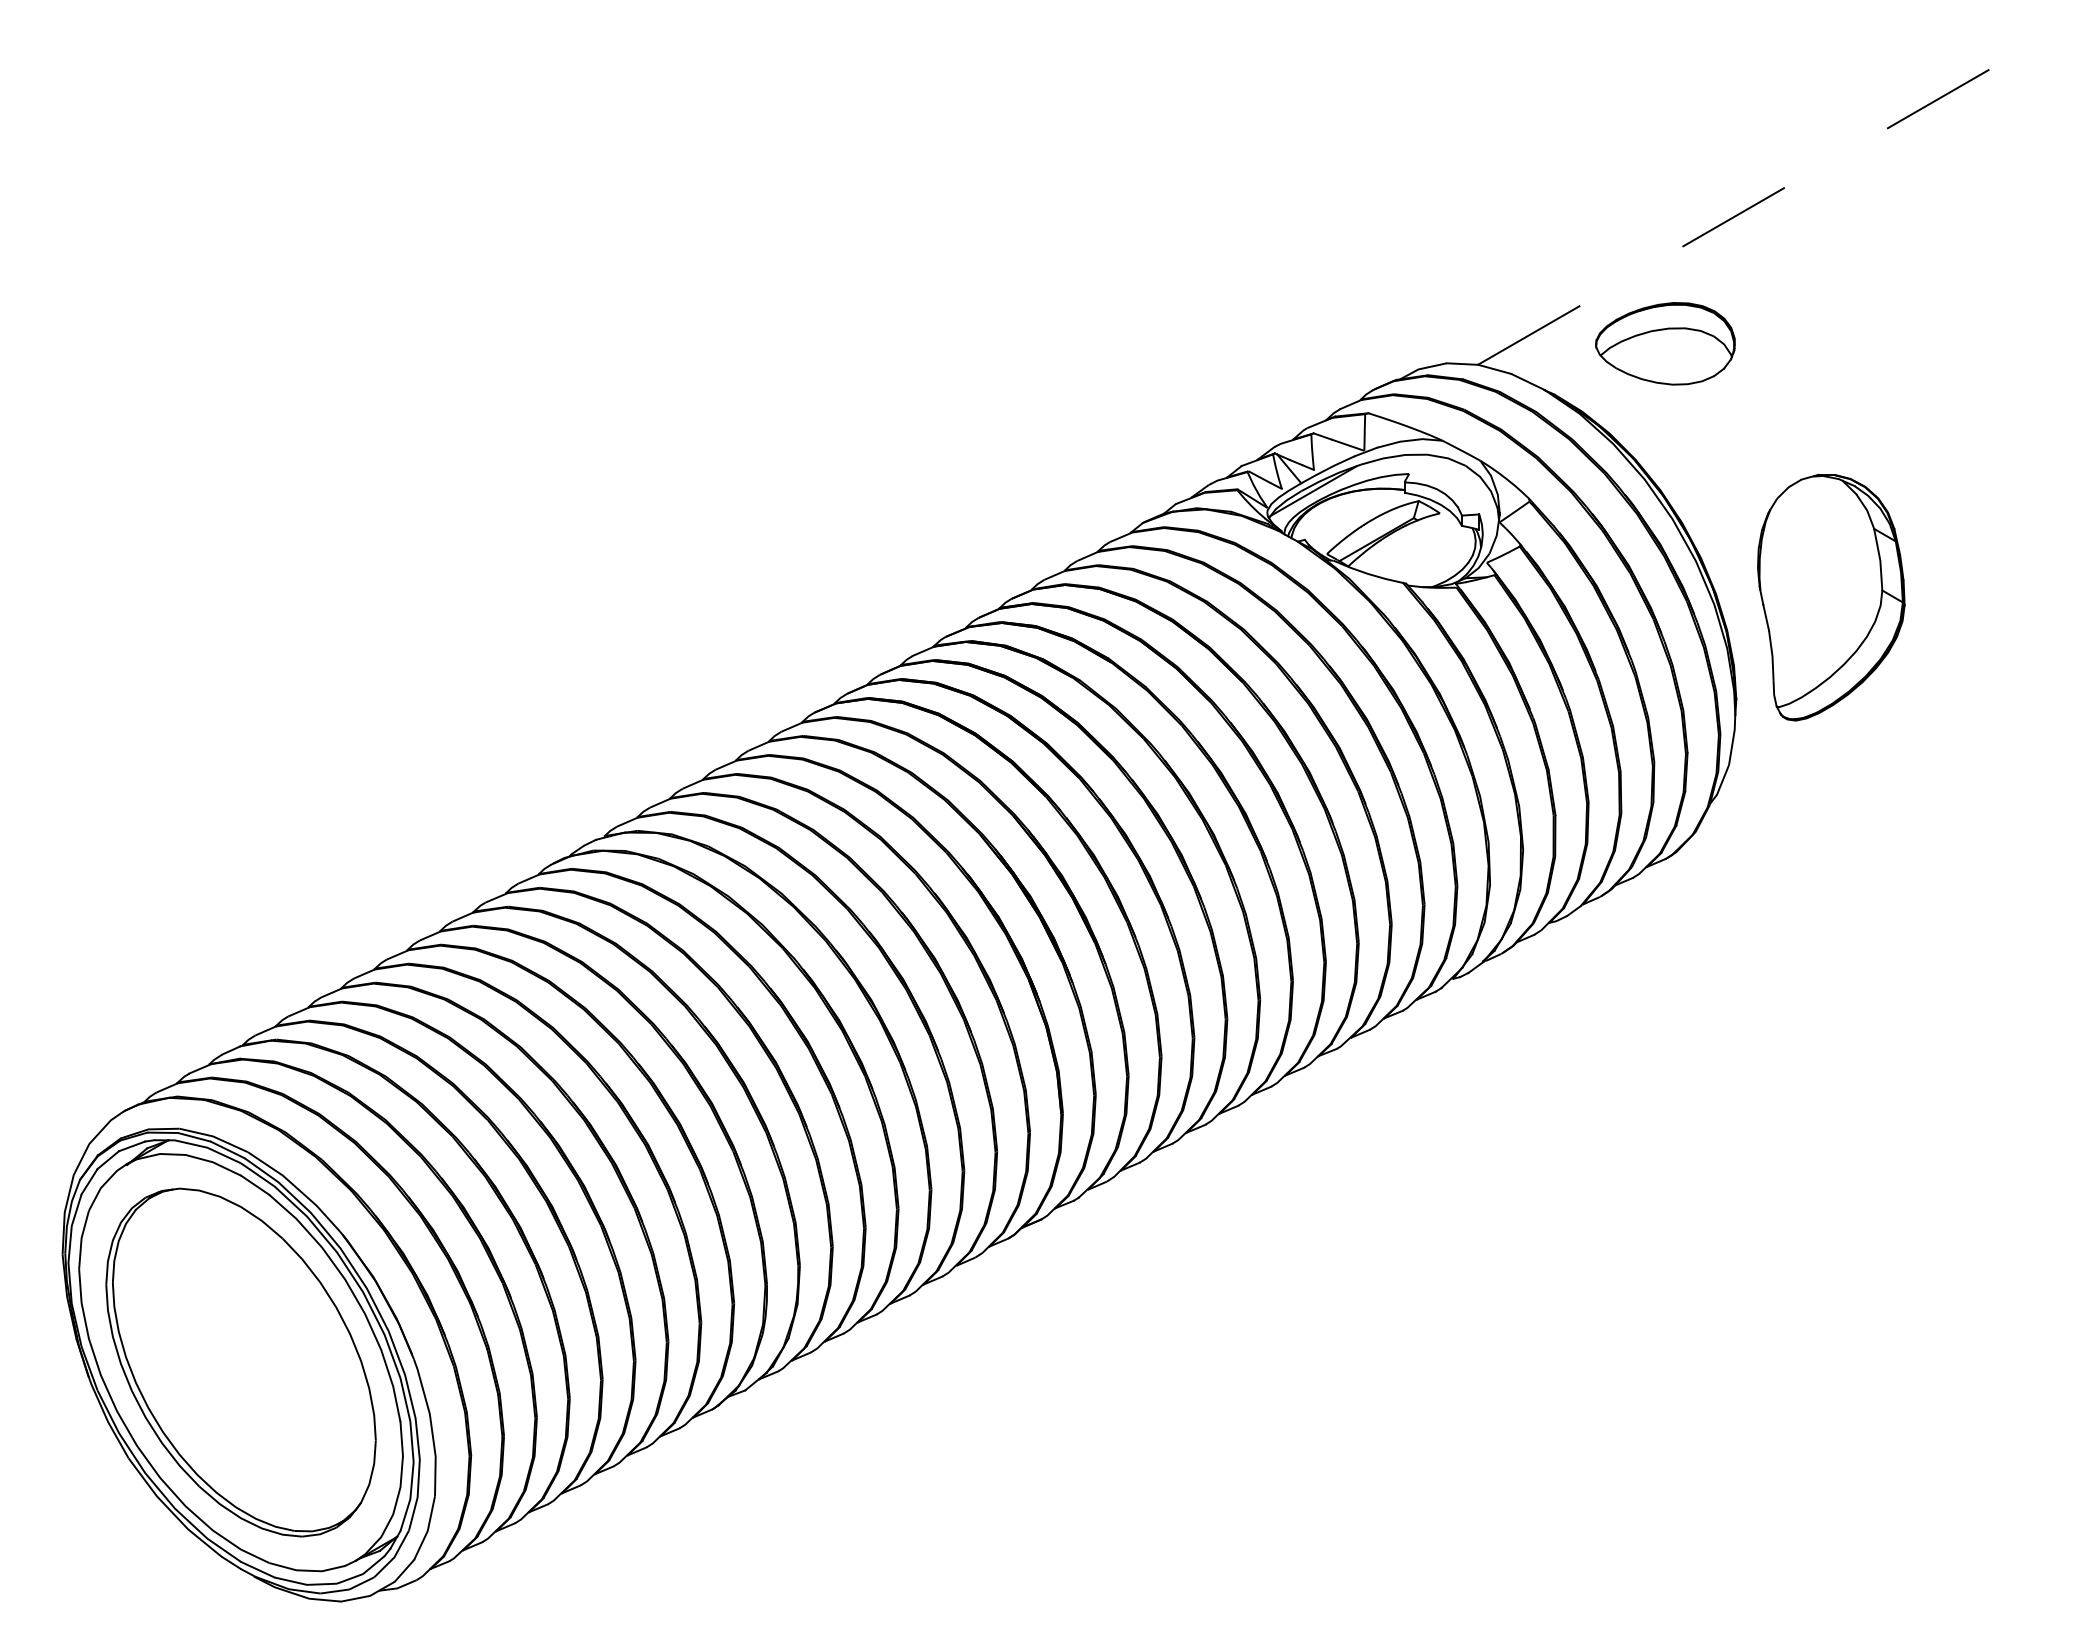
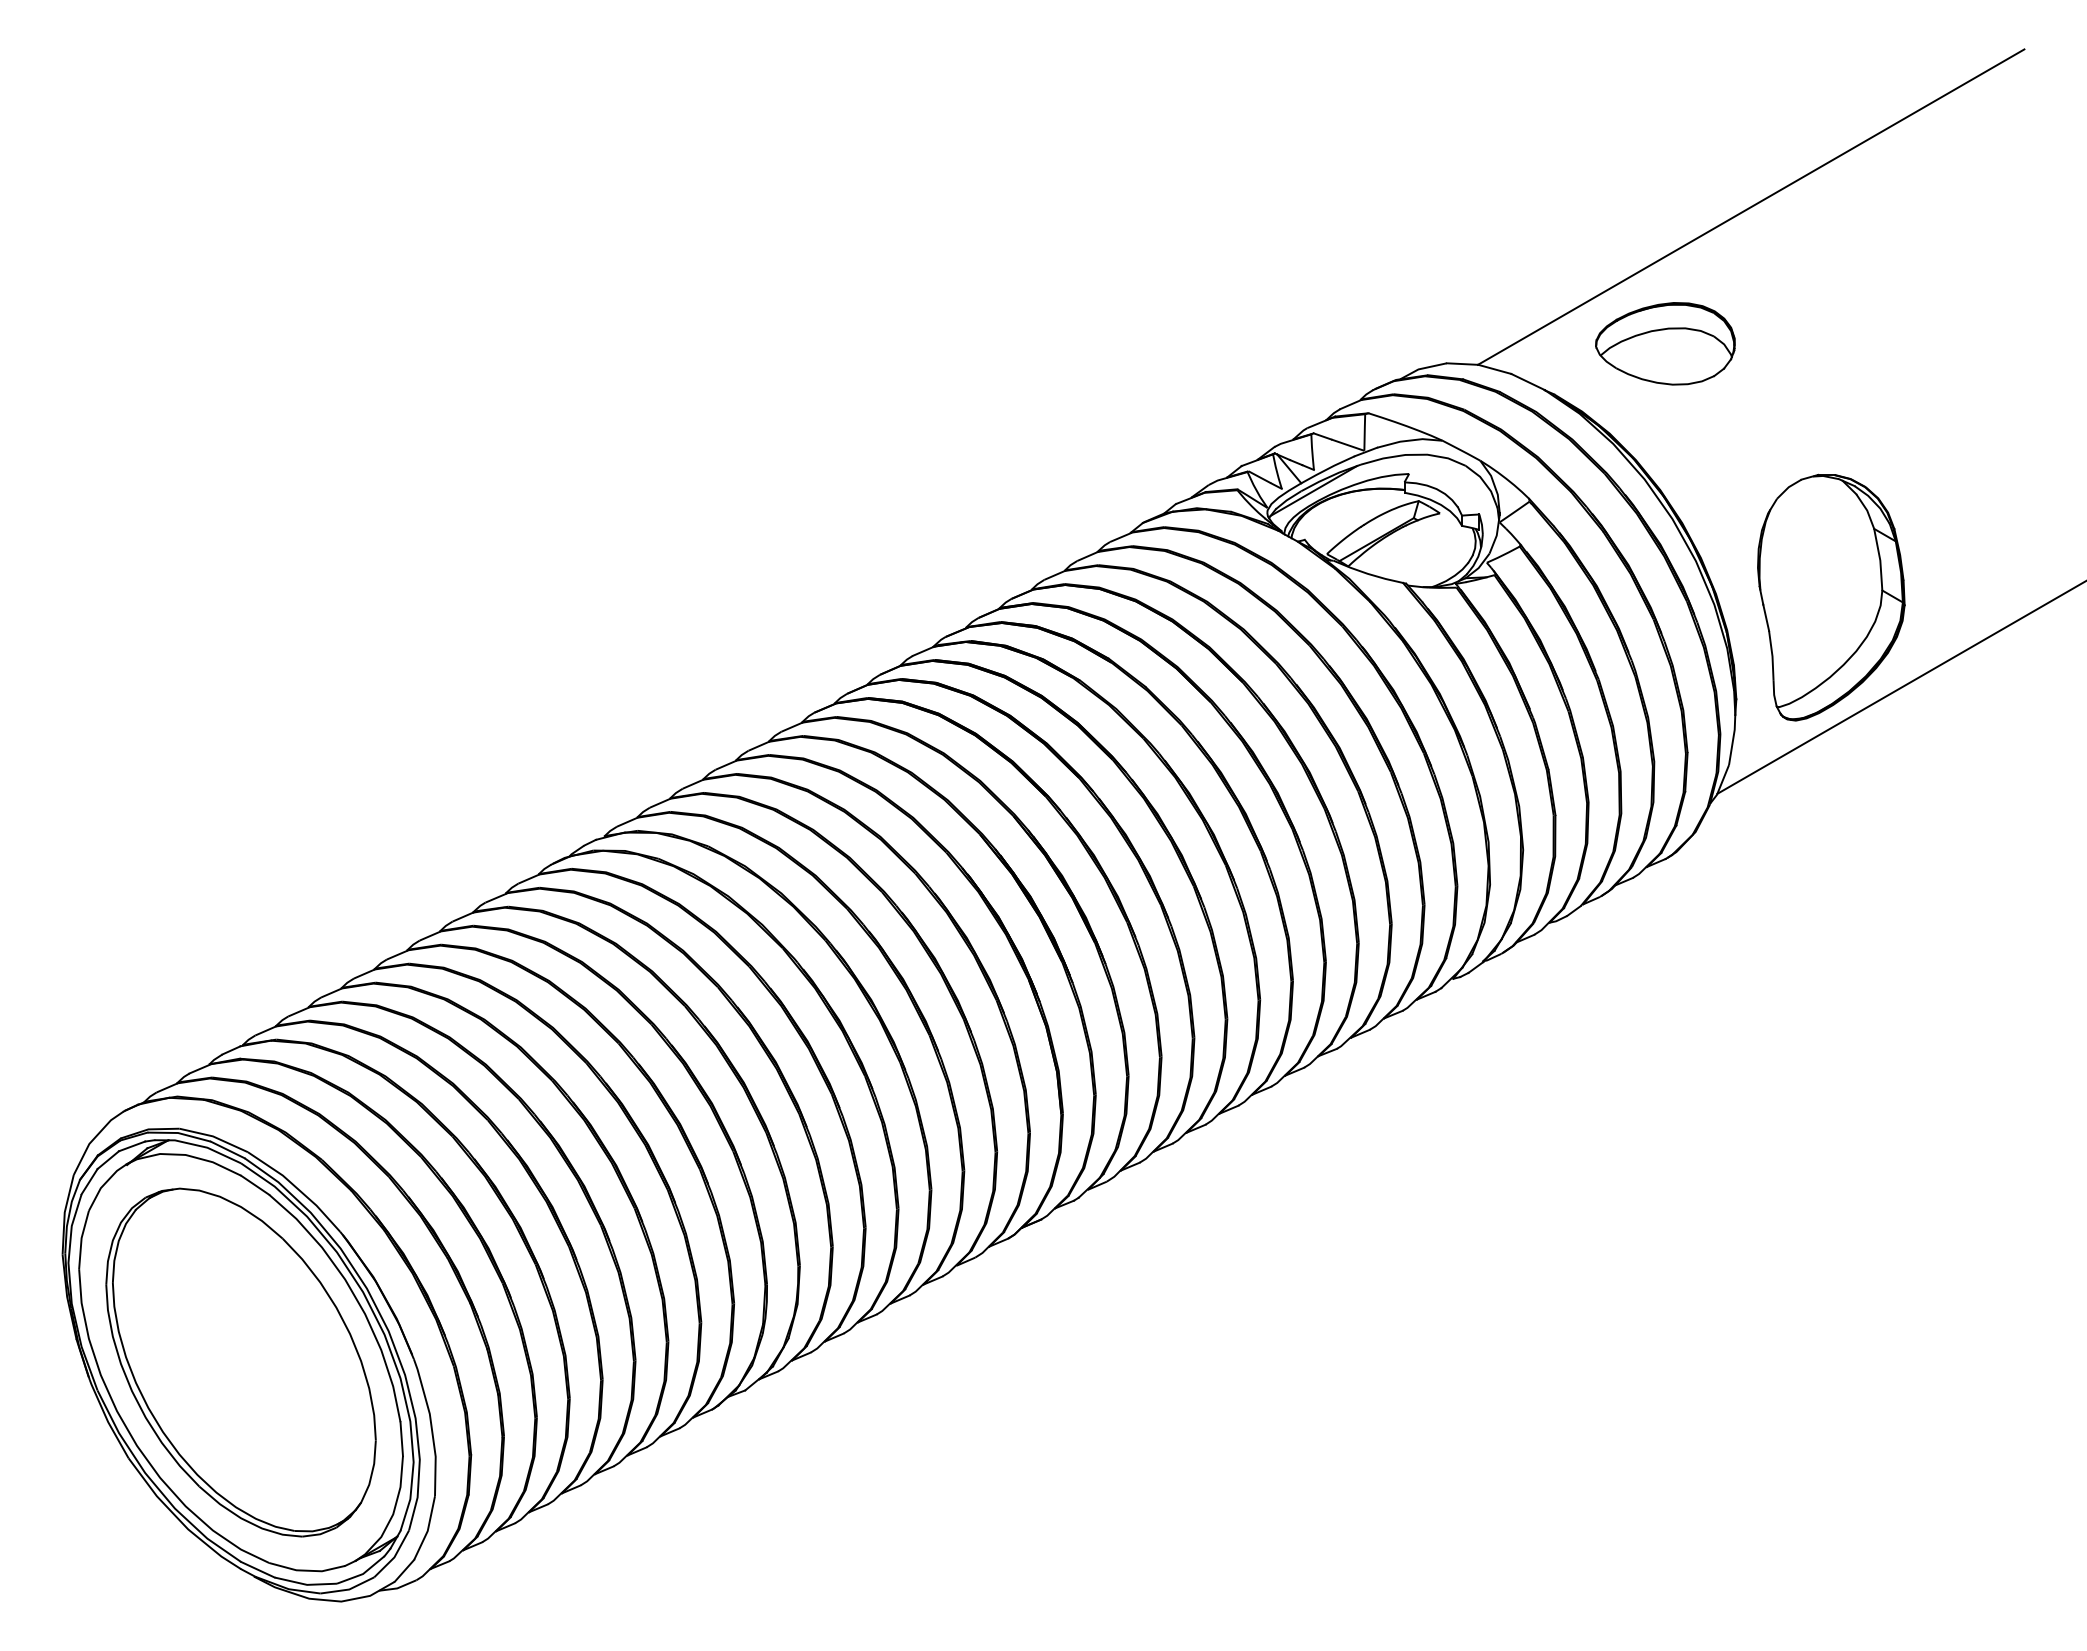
line at (1751, 206): dashed -> solid
line at (1900, 687): none -> present
